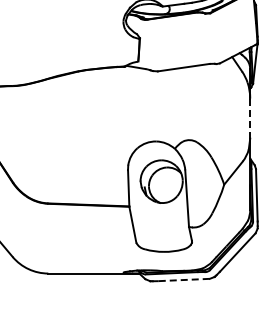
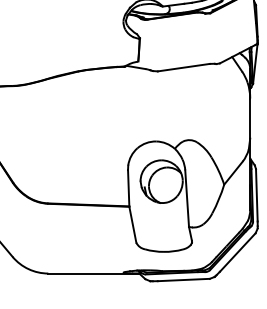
line at (250, 118): dashed -> solid
line at (183, 280): dashed -> solid
